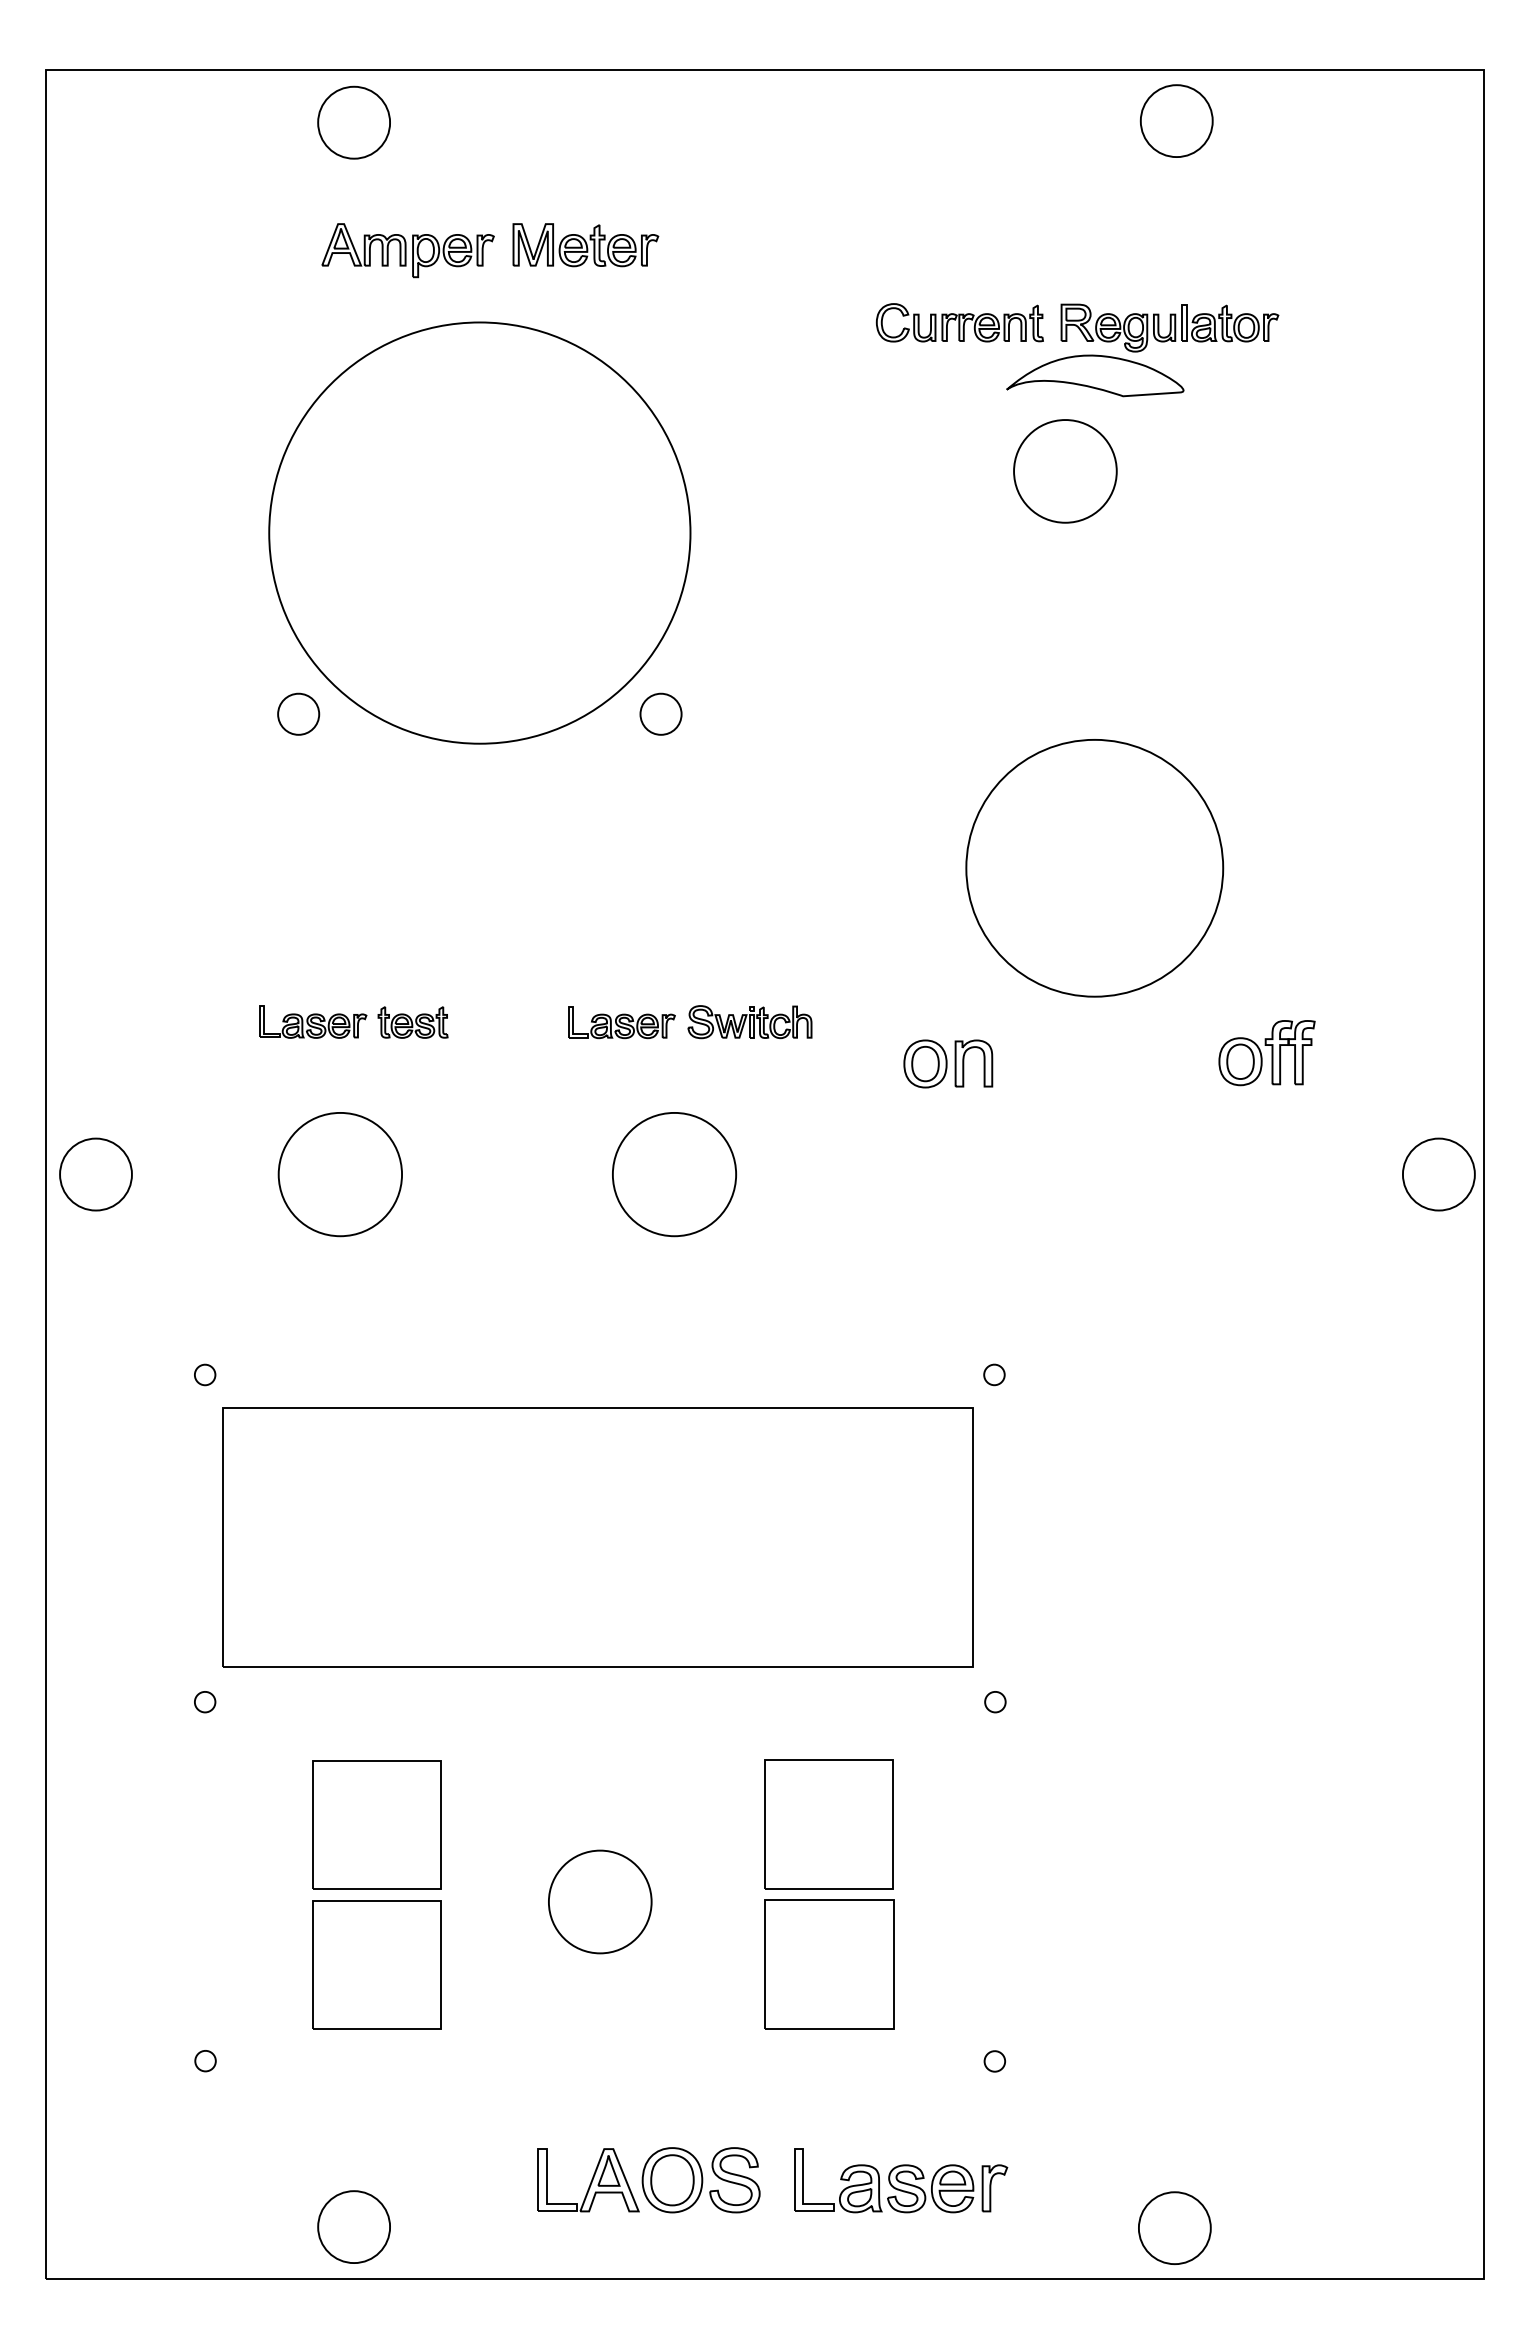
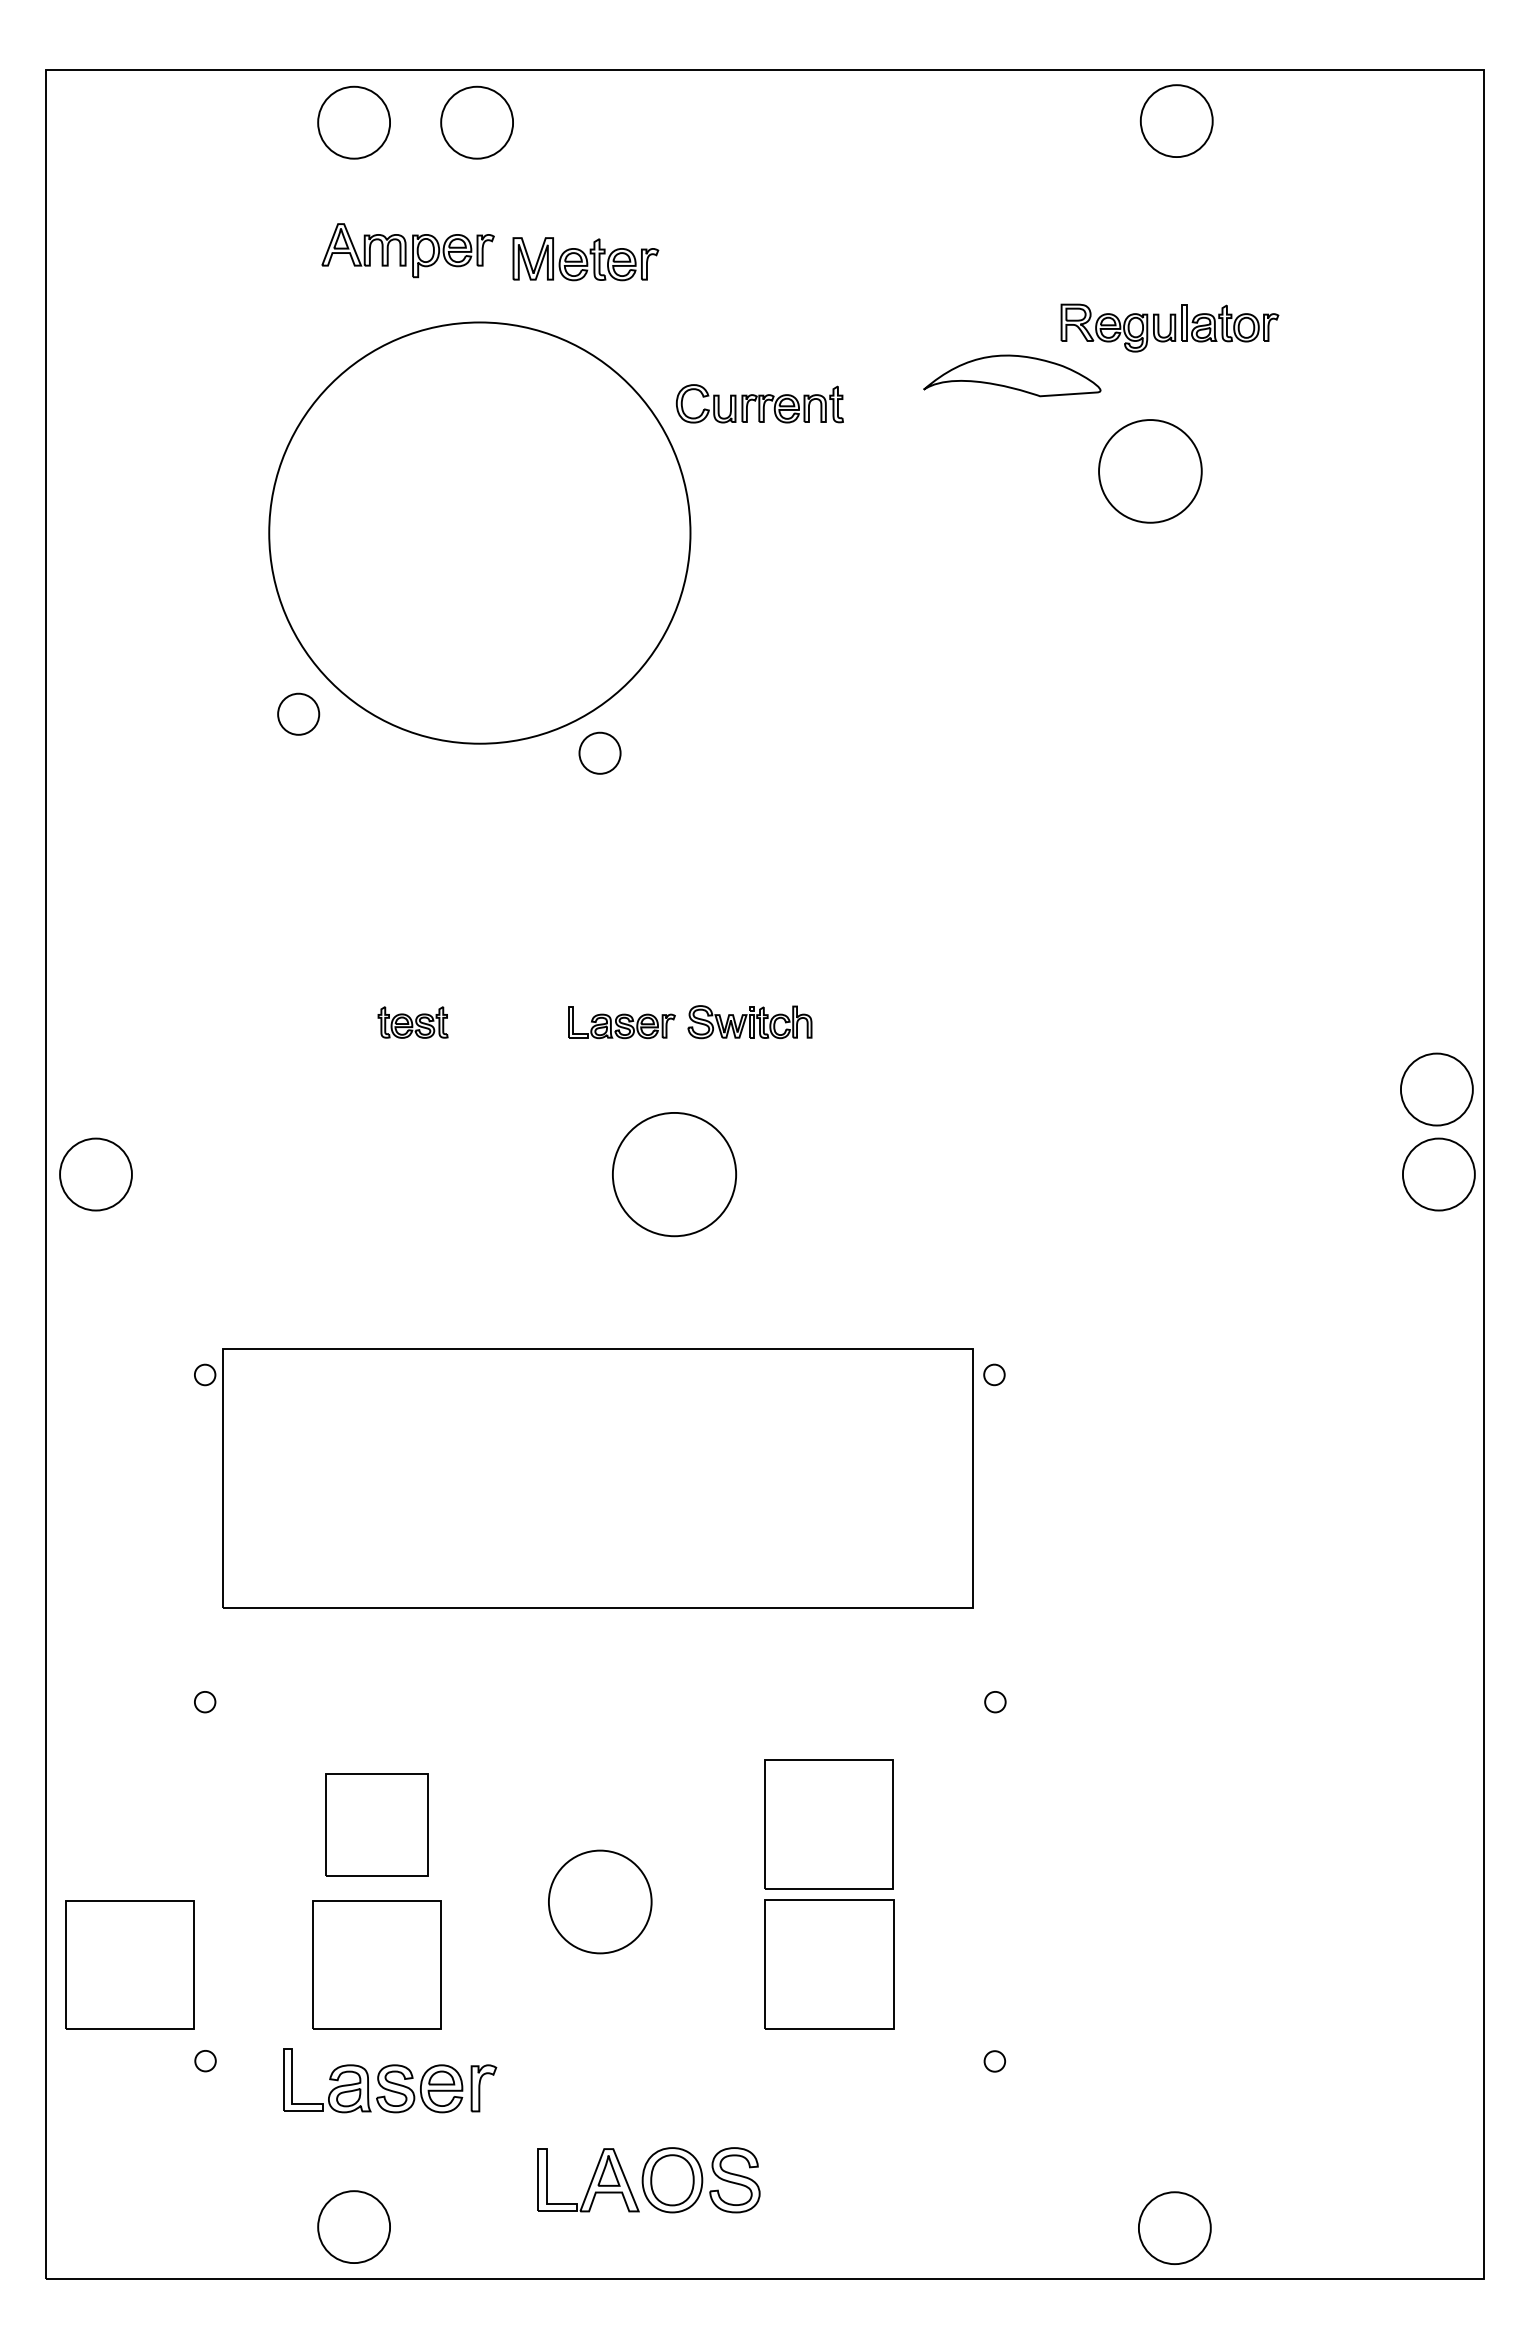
part at (476, 122): none -> present
part at (585, 245) position: (585, 245) -> (585, 259)
part at (959, 322) position: (959, 322) -> (759, 403)
part at (1095, 375) position: (1095, 375) -> (1012, 375)
part at (1065, 471) position: (1065, 471) -> (1150, 471)
part at (660, 713) position: (660, 713) -> (599, 752)
part at (1094, 868): present -> none
part at (313, 1021): present -> none
part at (1266, 1053): present -> none
part at (948, 1063): present -> none
part at (1436, 1089): none -> present
part at (339, 1174): present -> none
part at (597, 1537) position: (597, 1537) -> (597, 1478)
part at (376, 1824) size: 130x130 px -> 104x104 px
part at (129, 1964): none -> present
part at (901, 2180) position: (901, 2180) -> (390, 2080)
